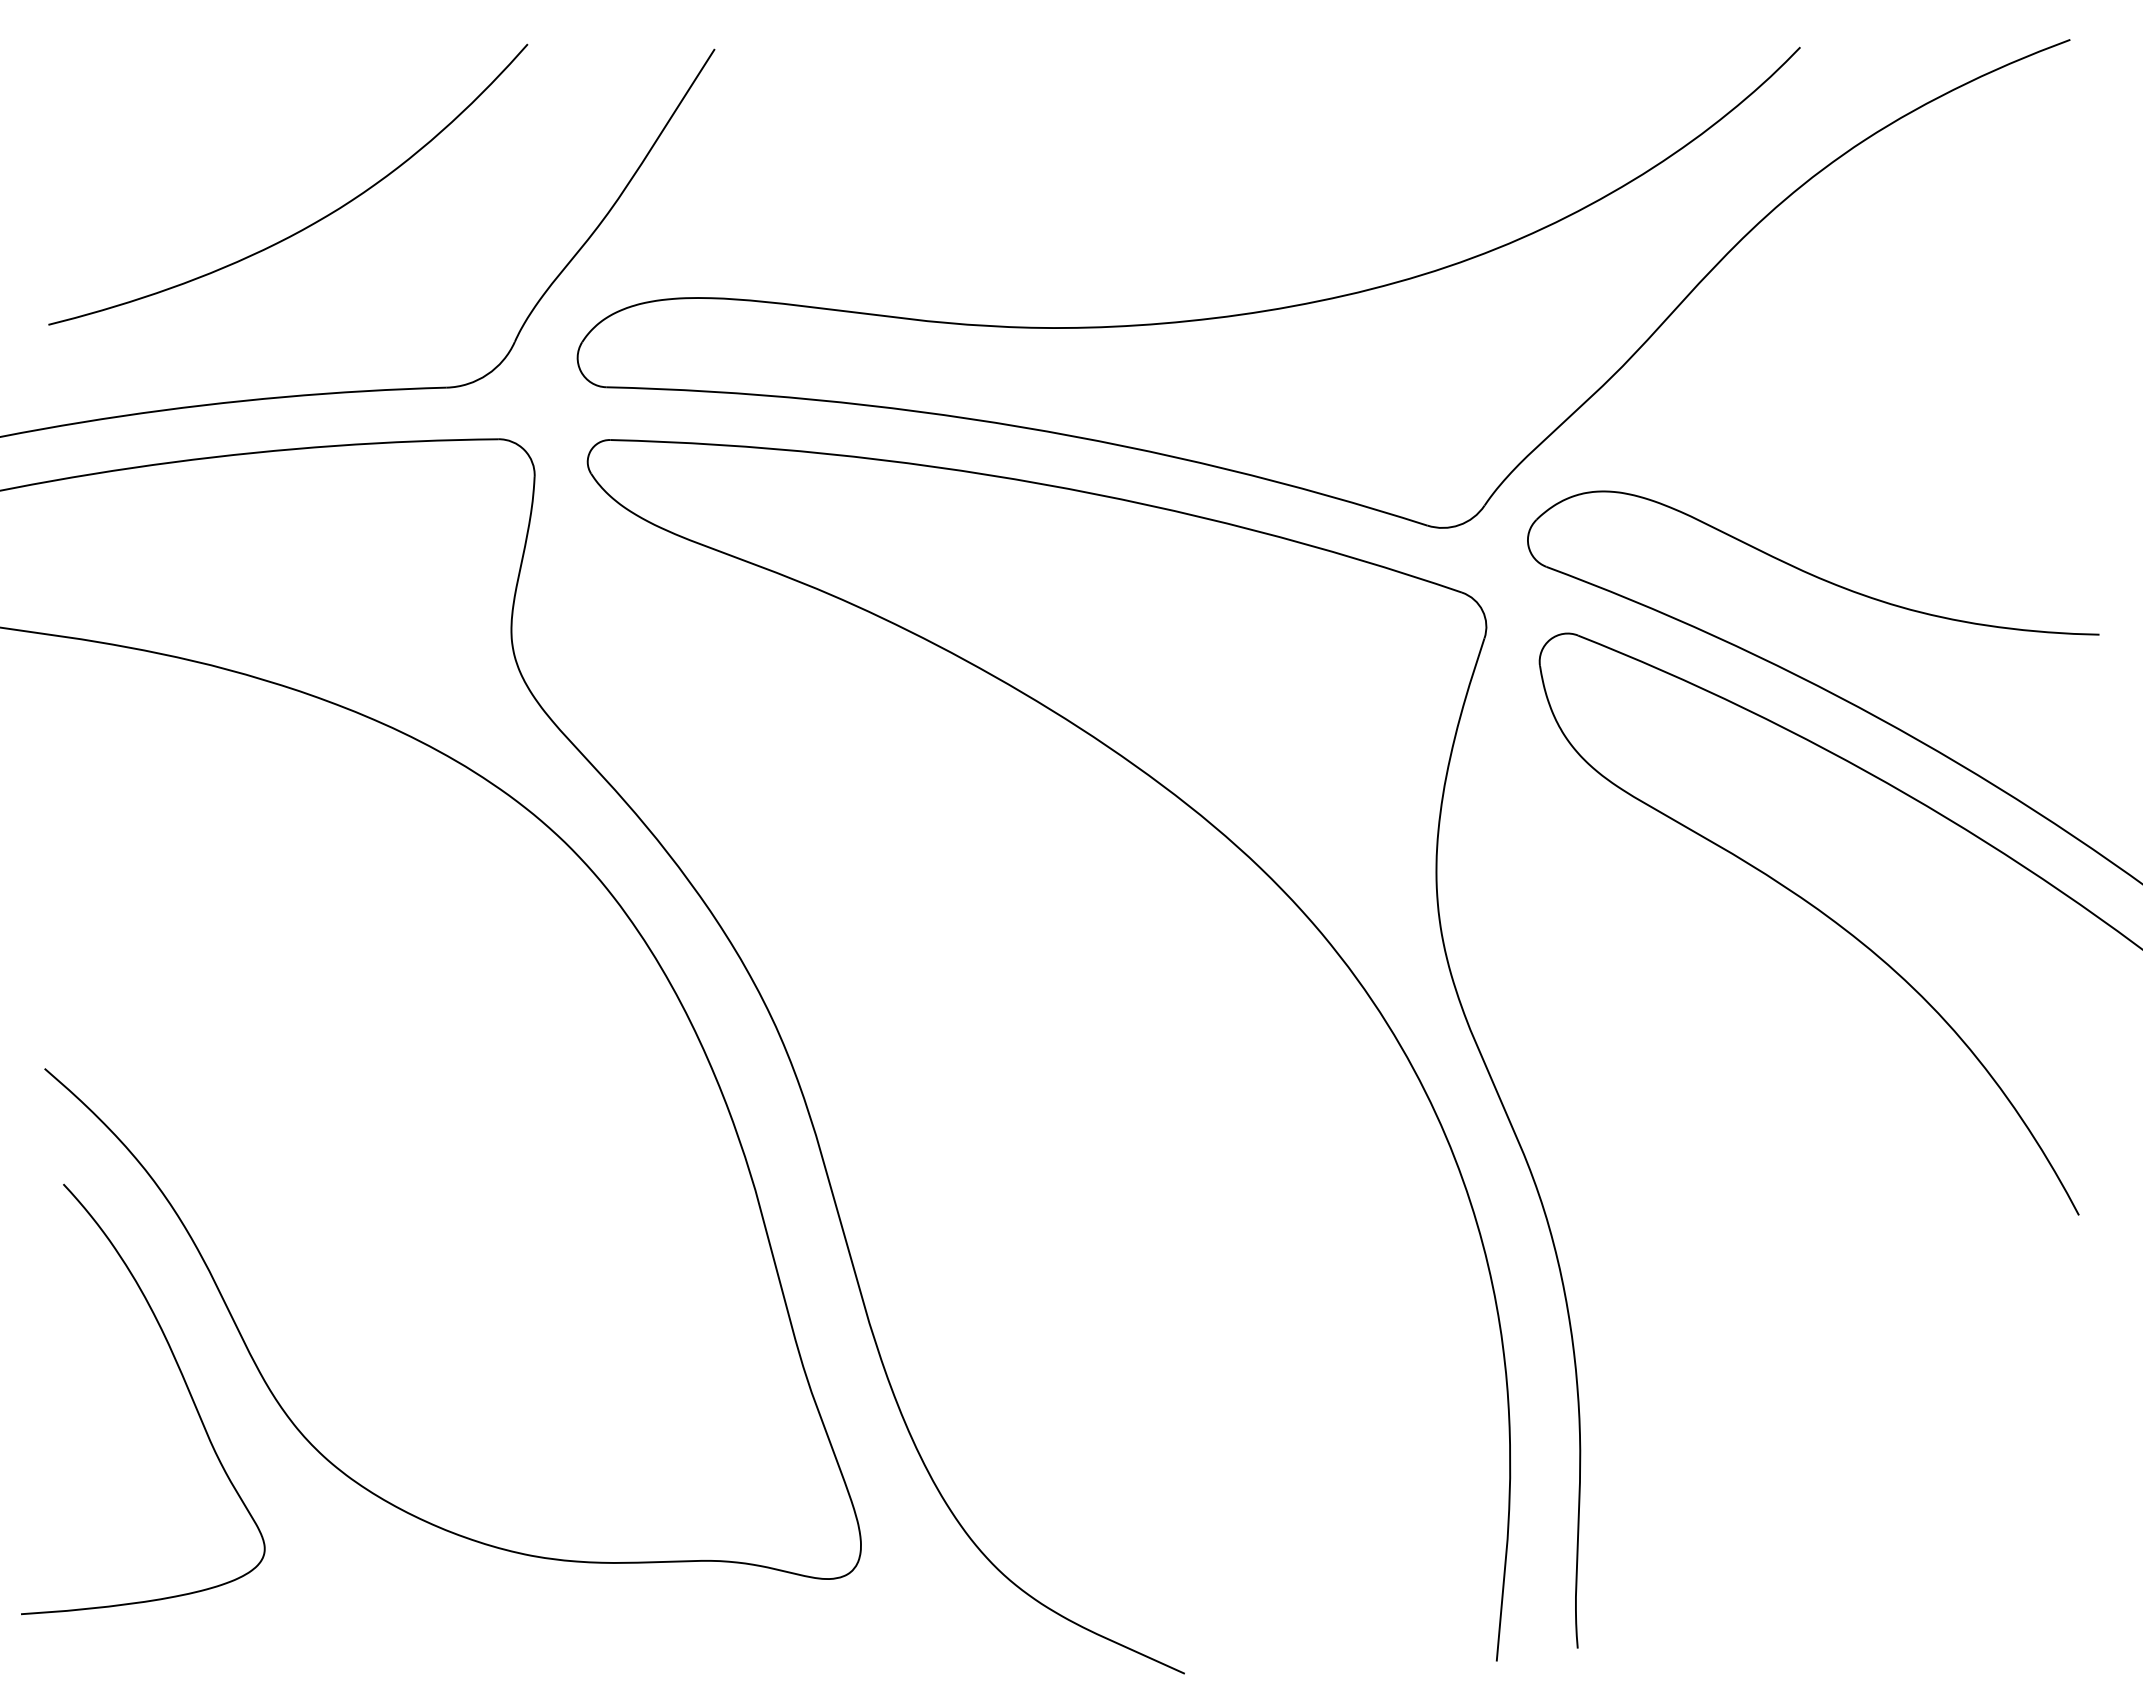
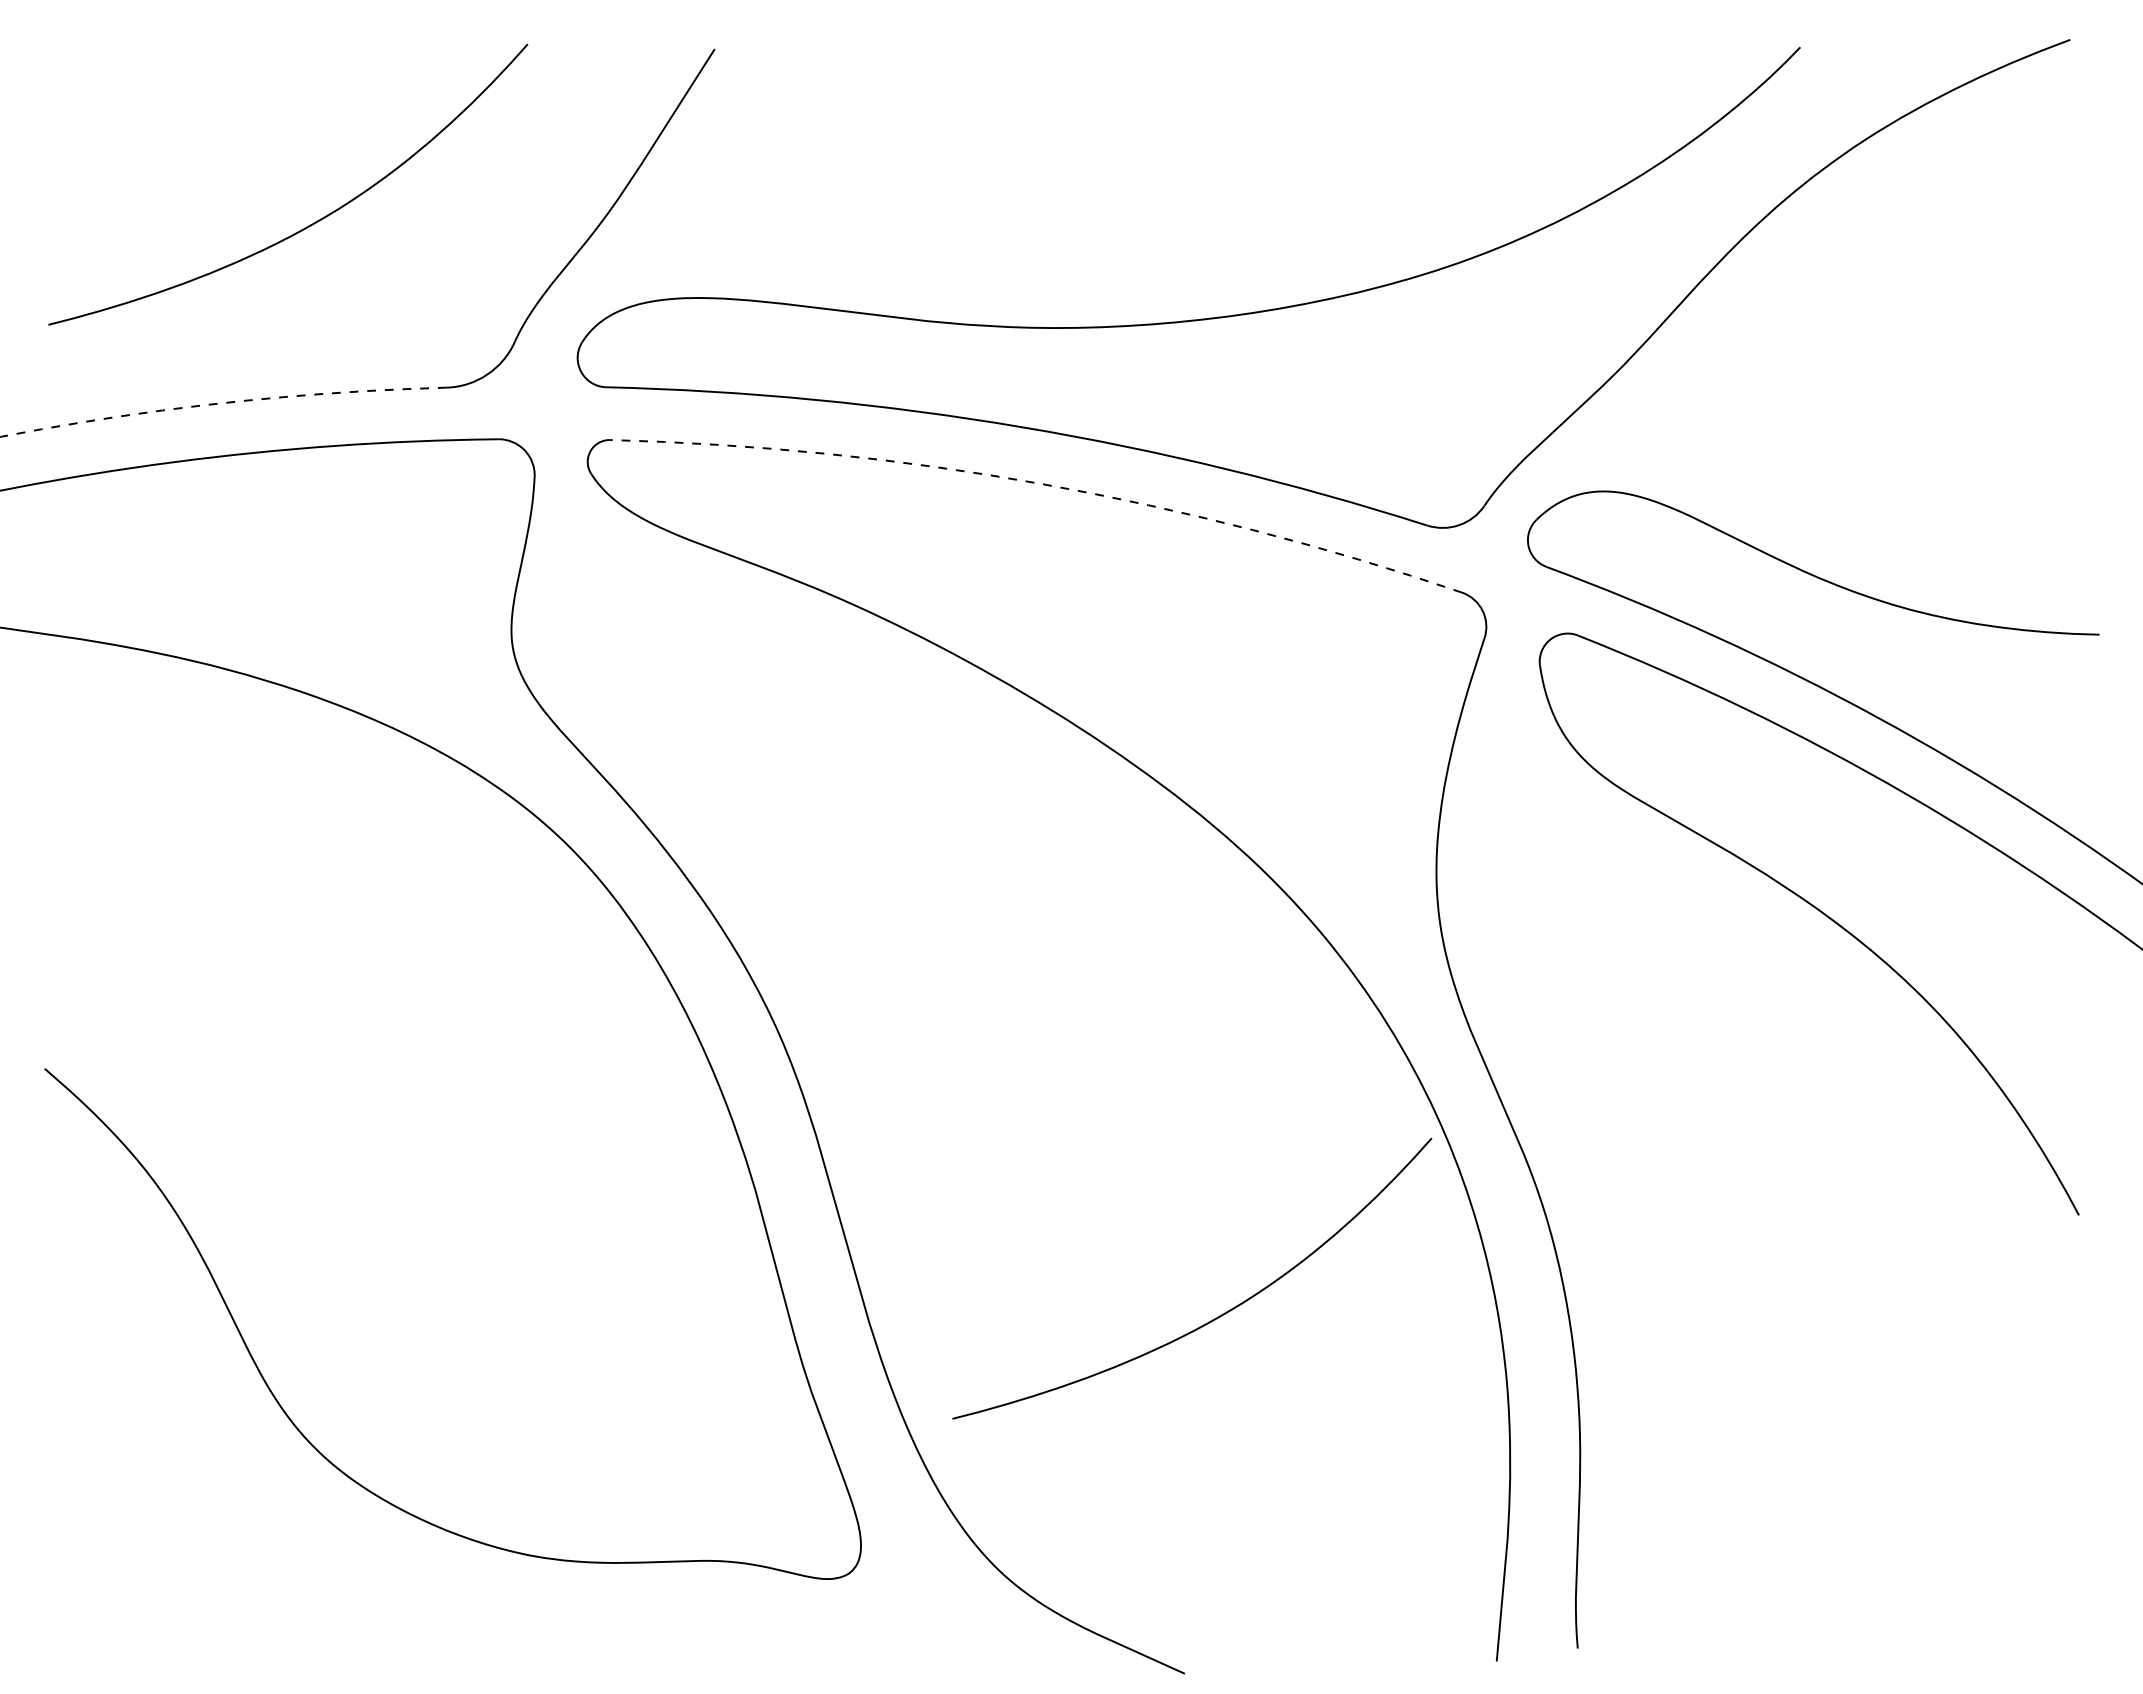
arc at (221, 403): solid -> dashed
arc at (1041, 484): solid -> dashed
curve at (1217, 1316): none -> present
curve at (185, 1385): present -> none
